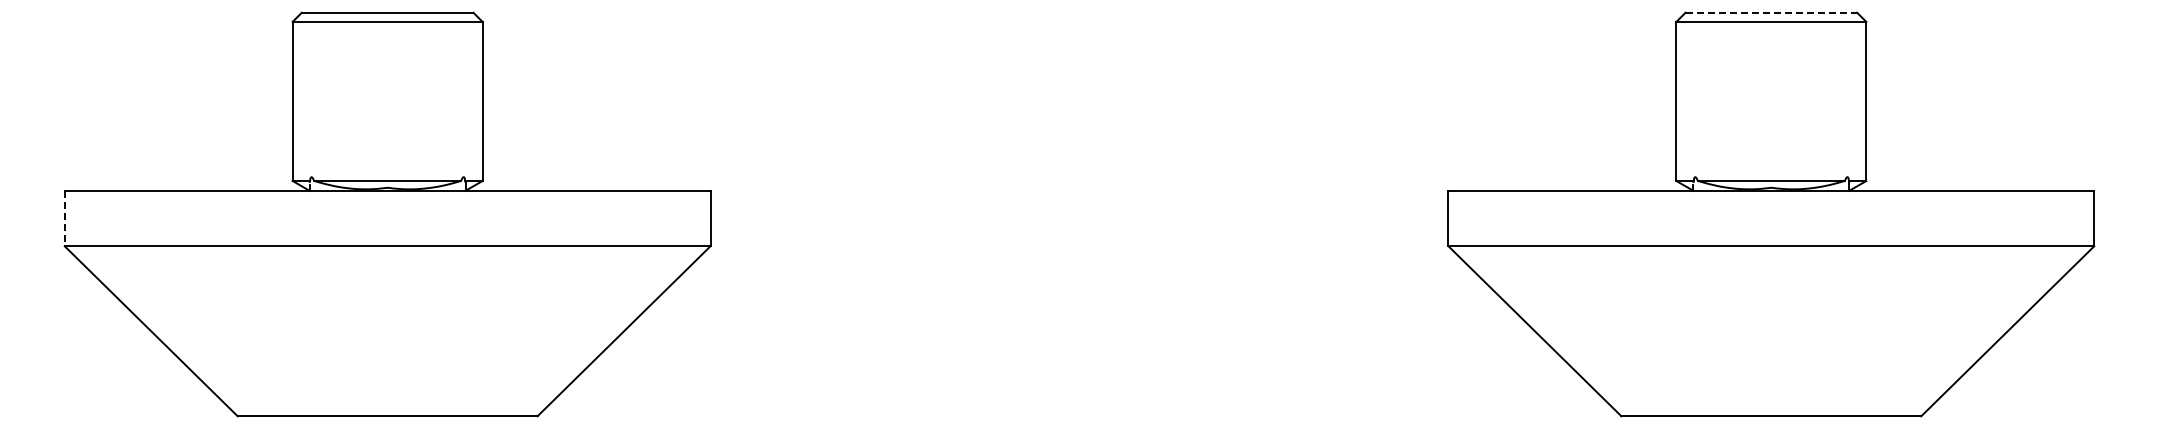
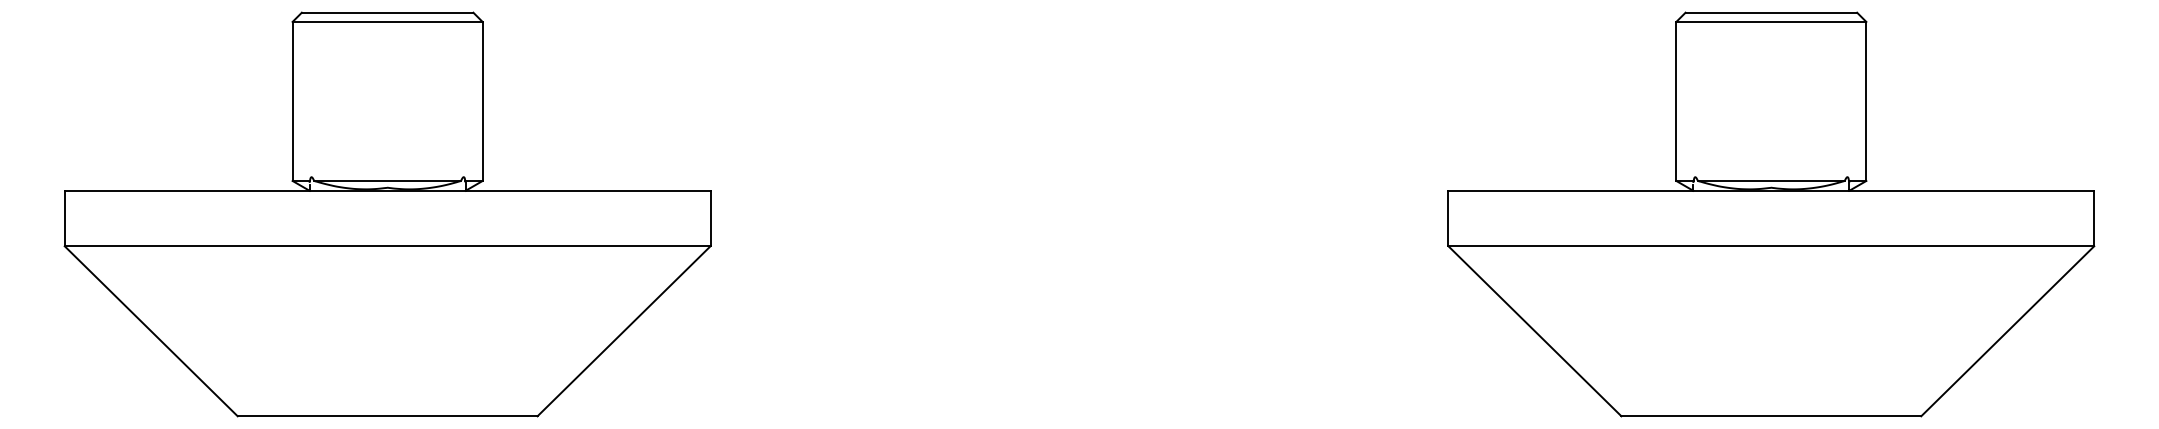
line at (1771, 12): dashed -> solid
line at (64, 218): dashed -> solid
